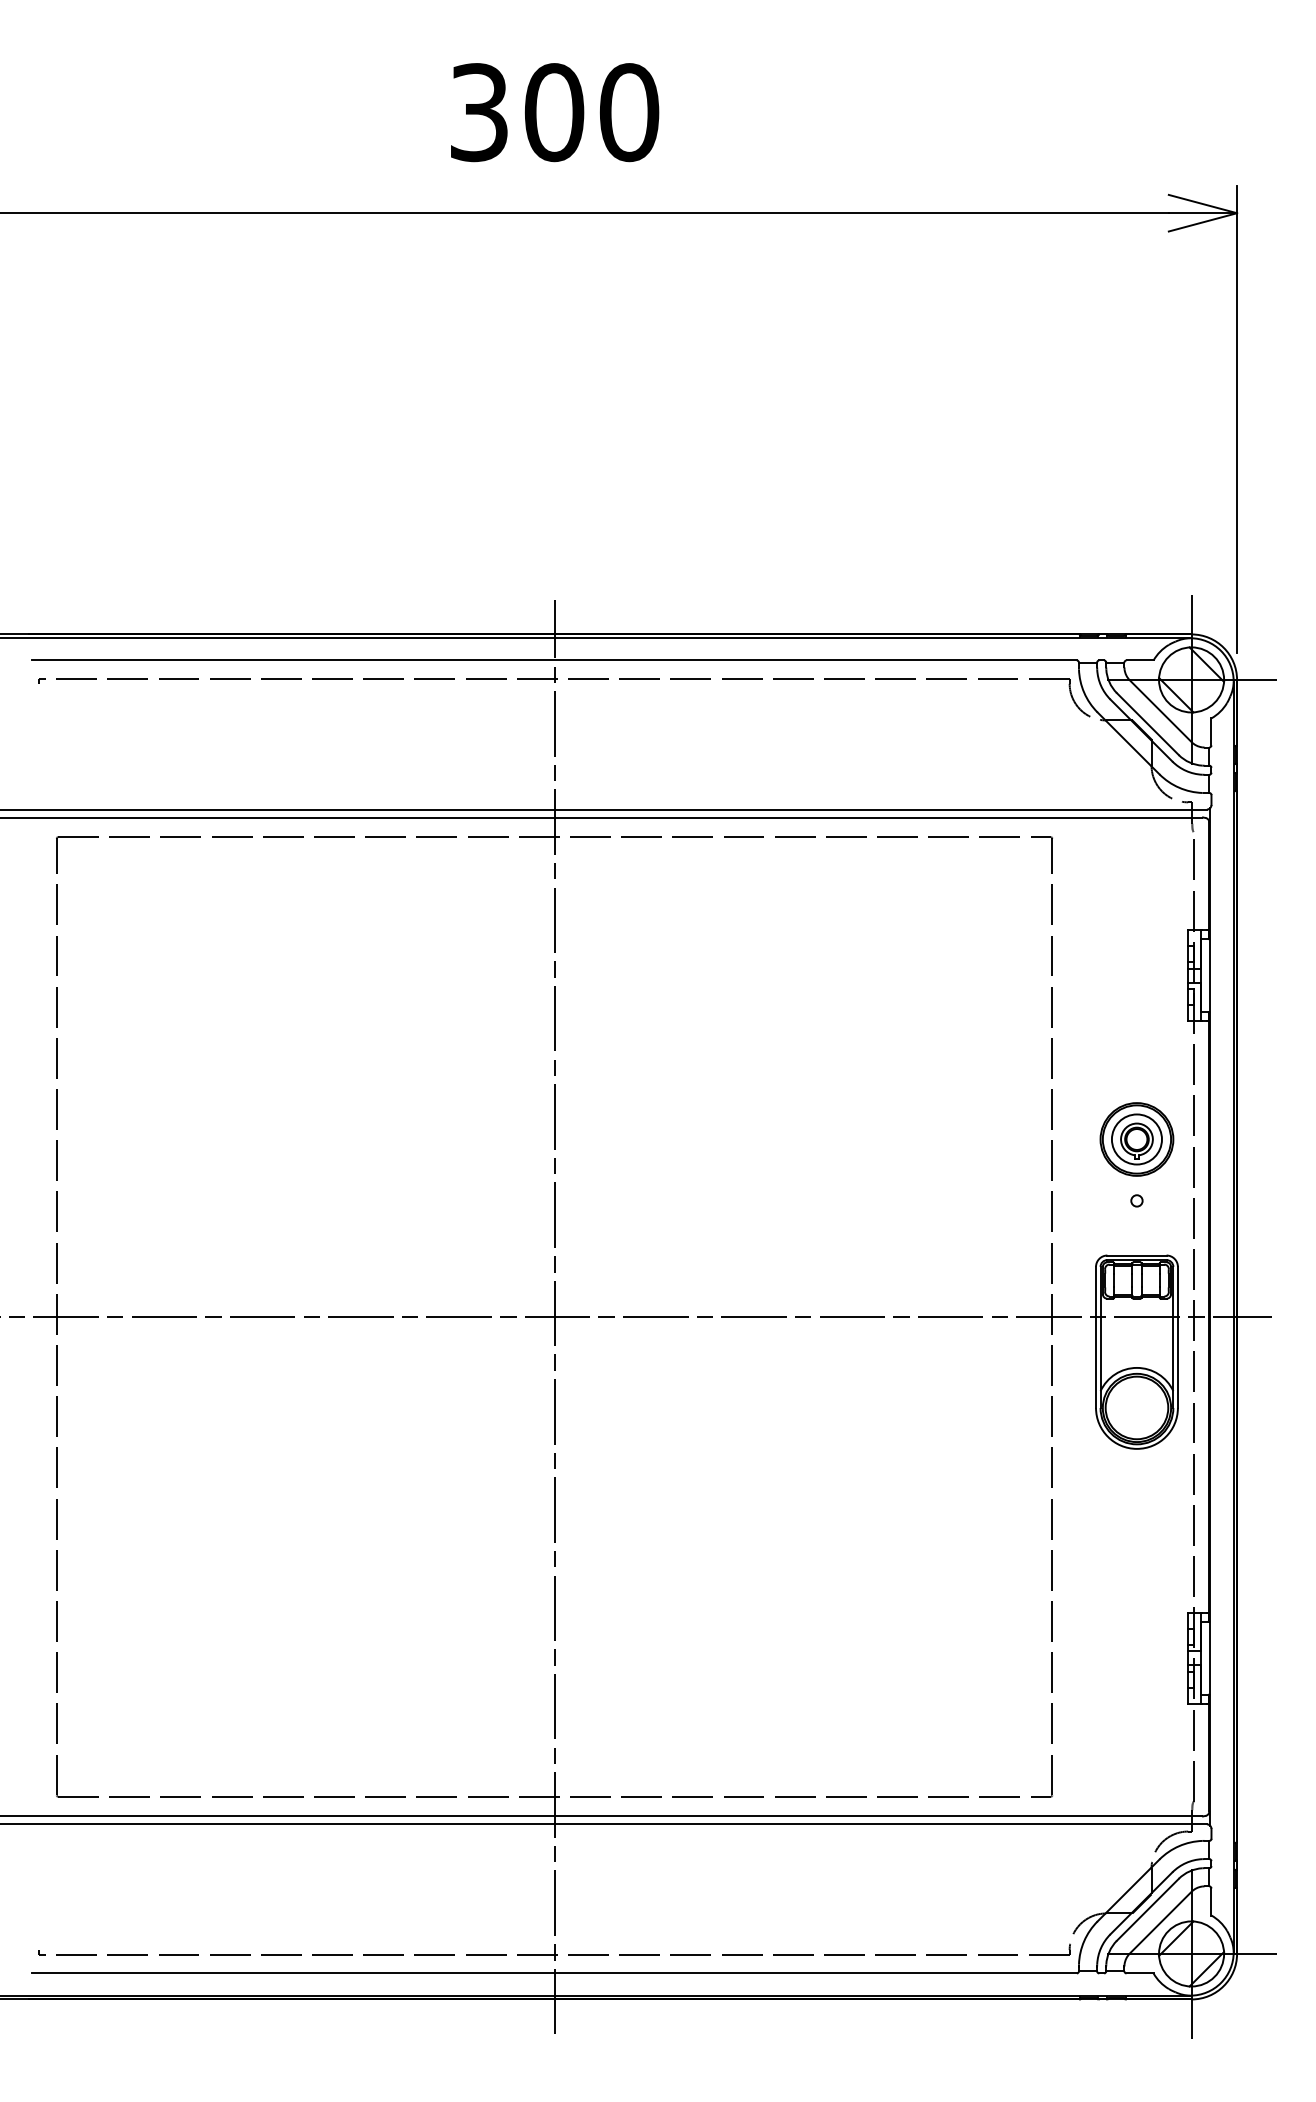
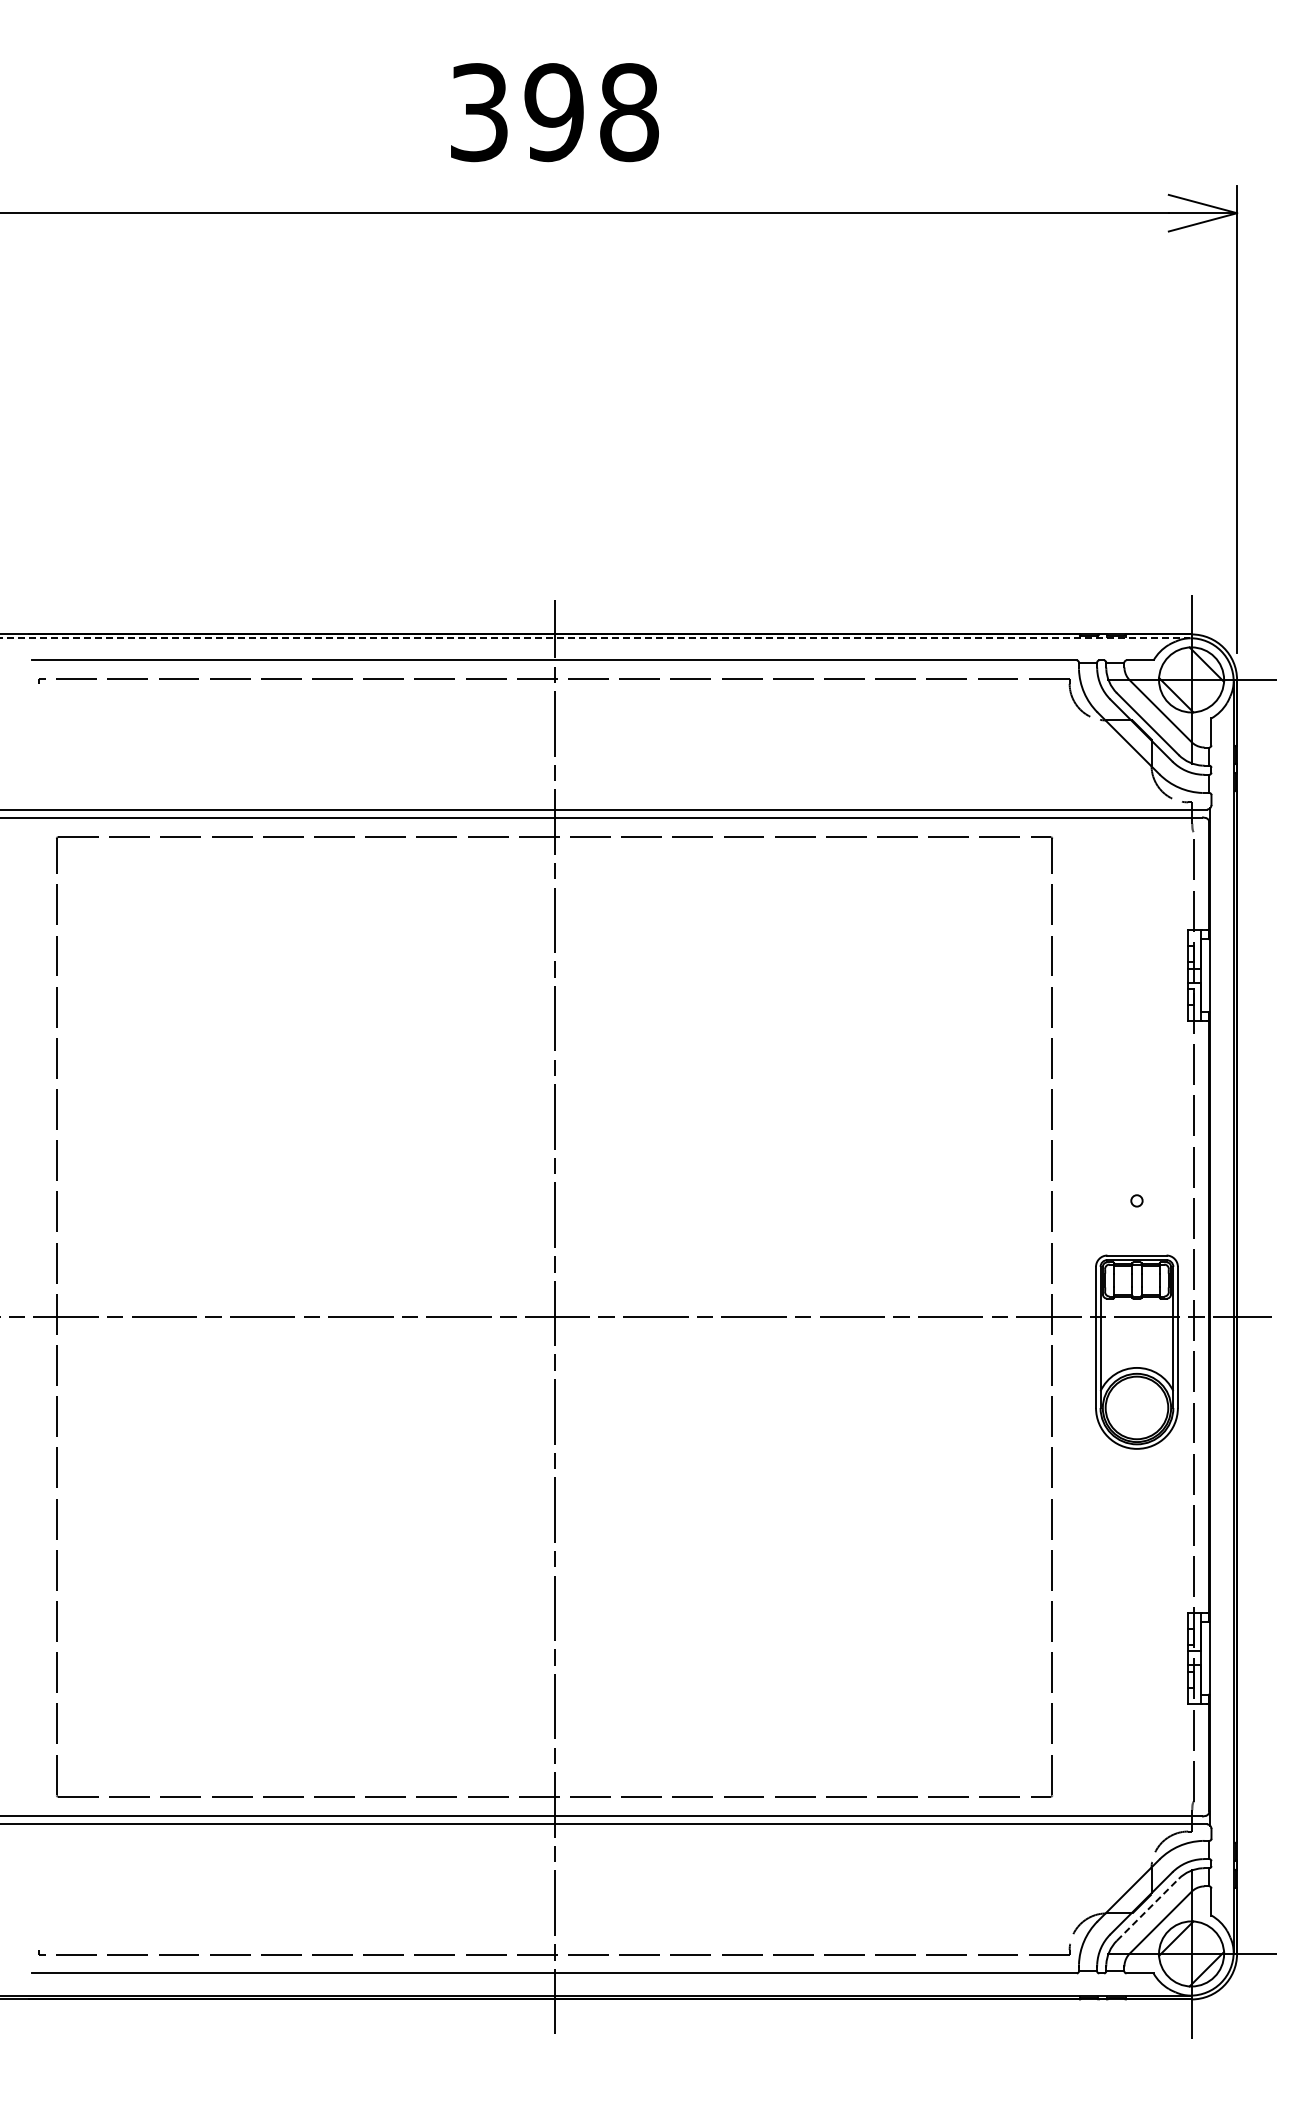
text at (591, 112): 300 -> 398
line at (595, 638): solid -> dashed
part at (1136, 1139): present -> none
line at (1147, 1909): solid -> dashed
